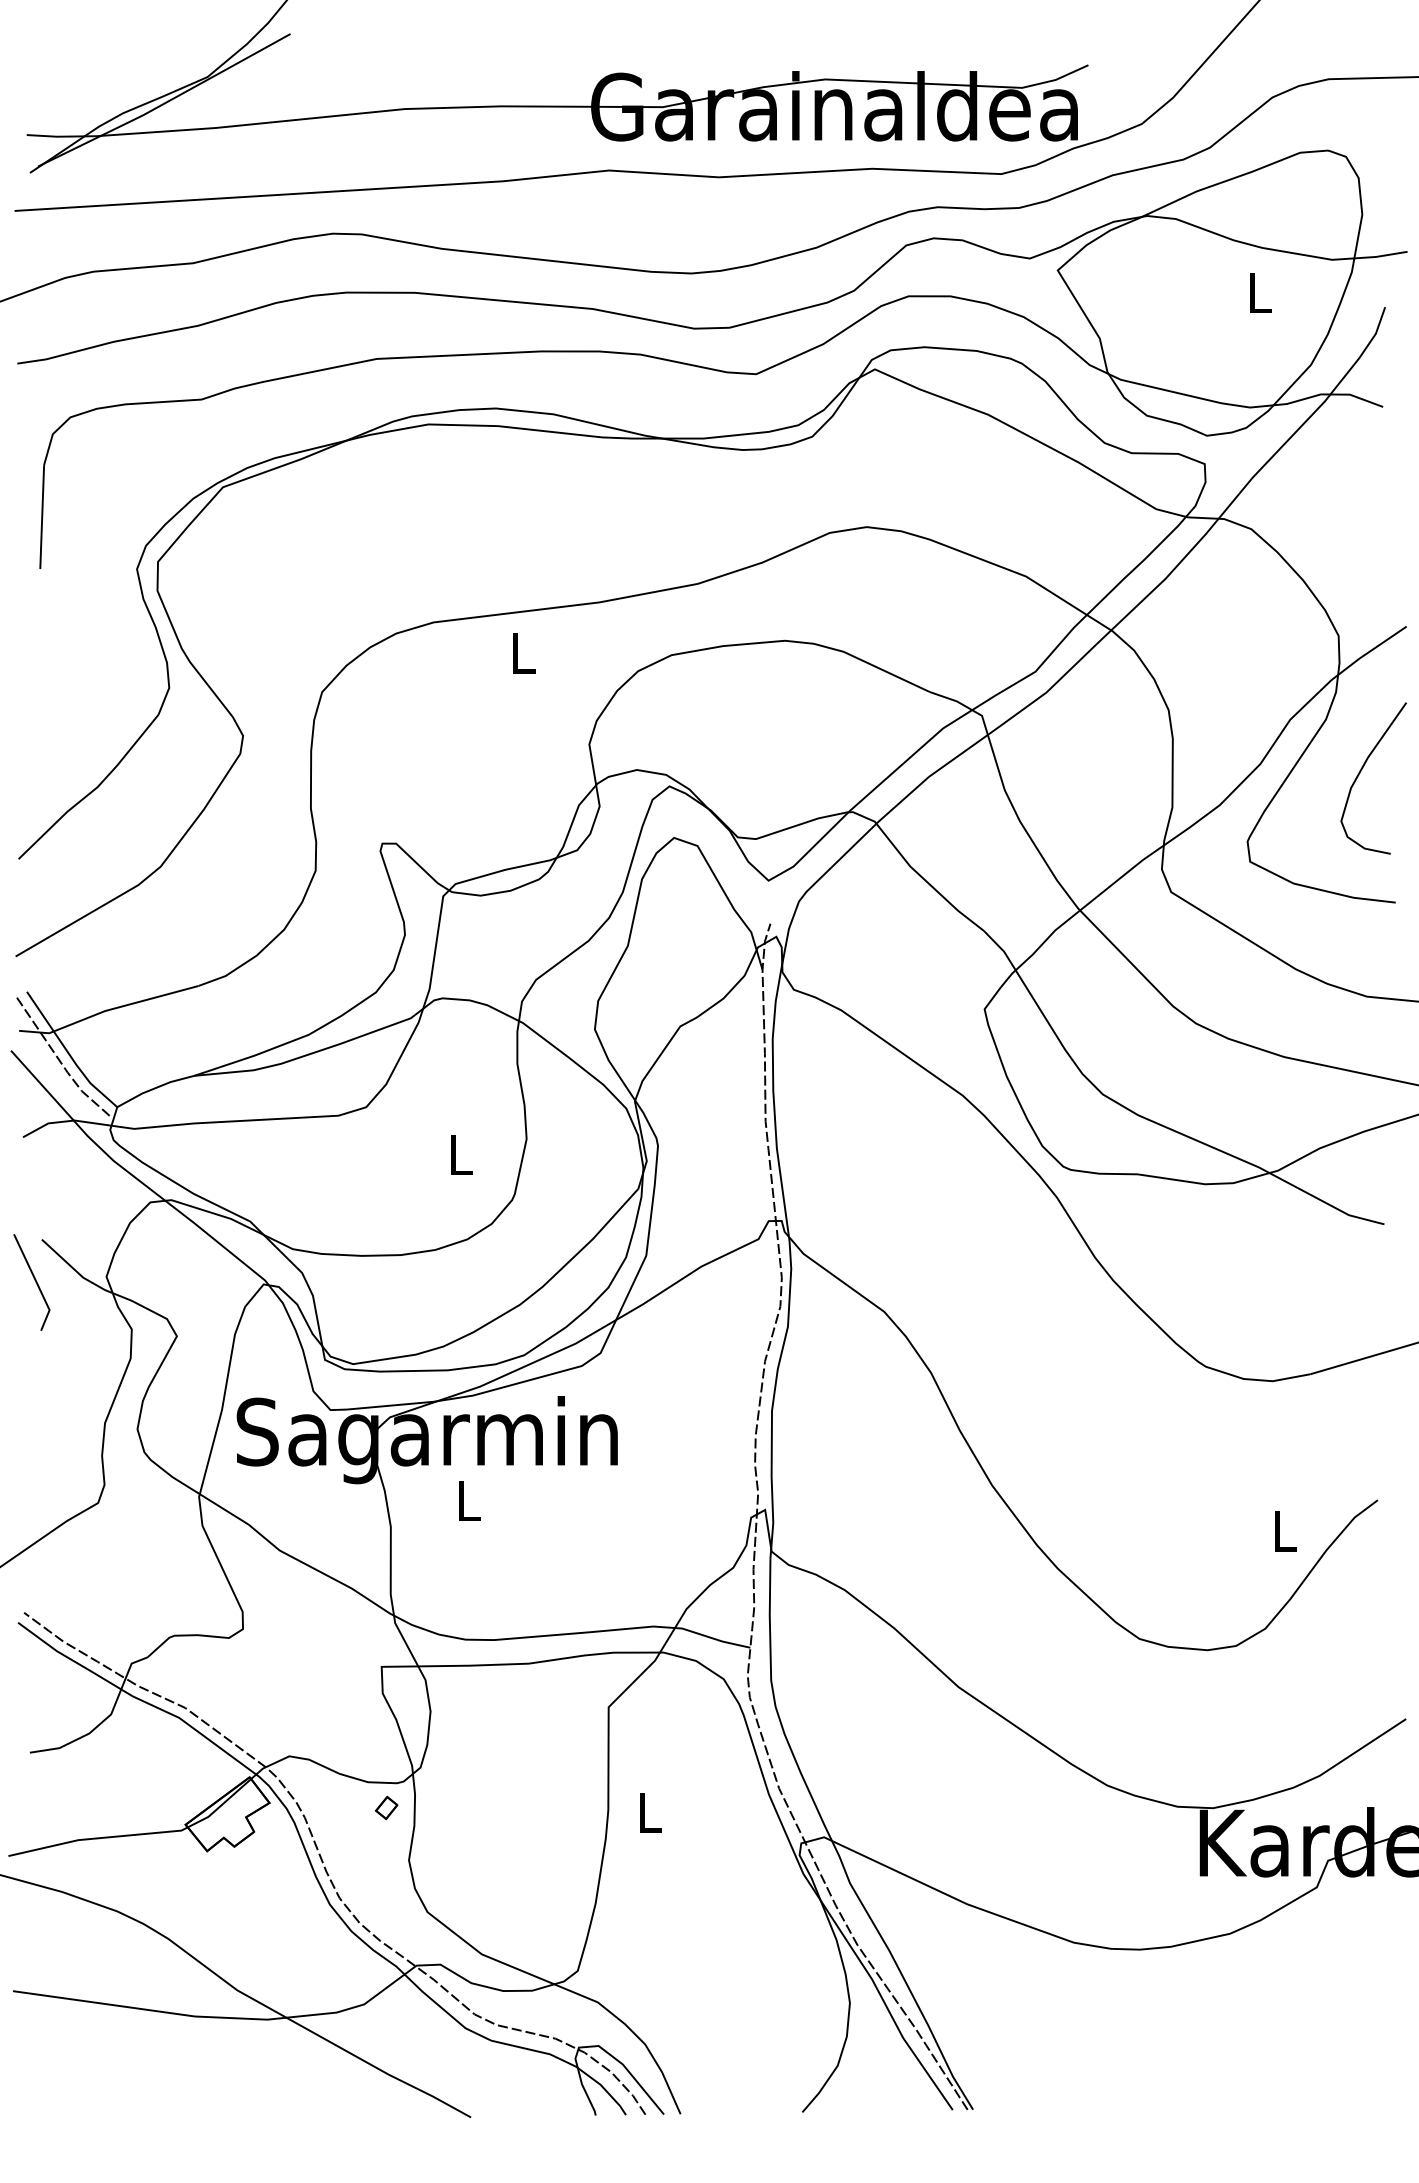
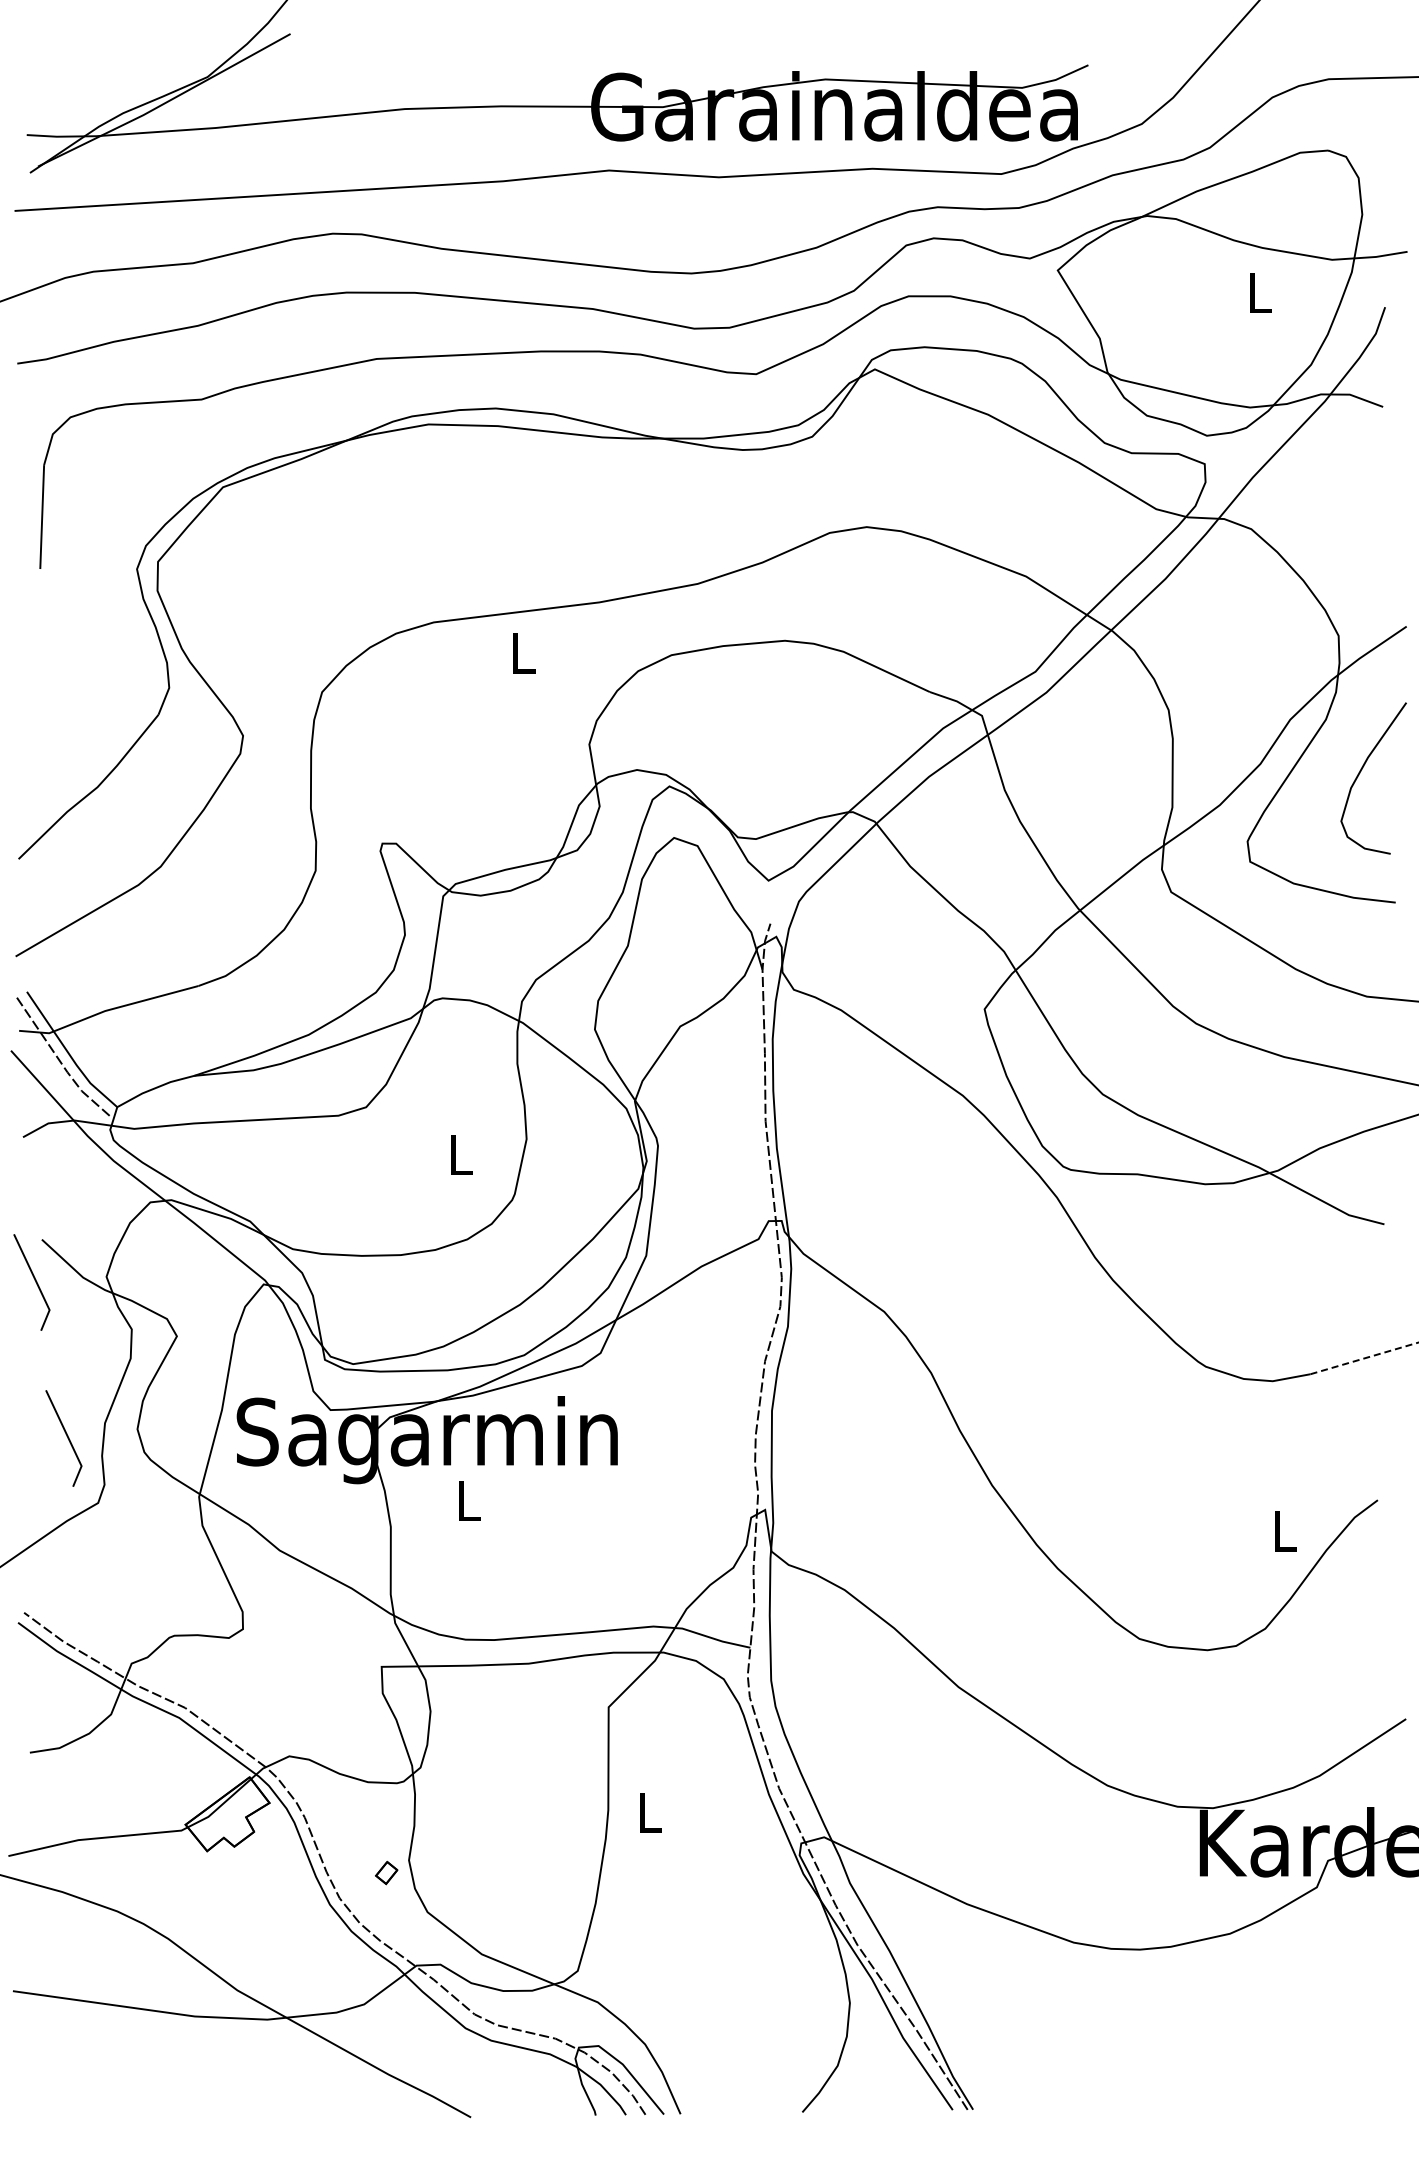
line at (1364, 1358): solid -> dashed
line at (66, 1436): none -> present
part at (386, 1807) position: (386, 1807) -> (386, 1872)
